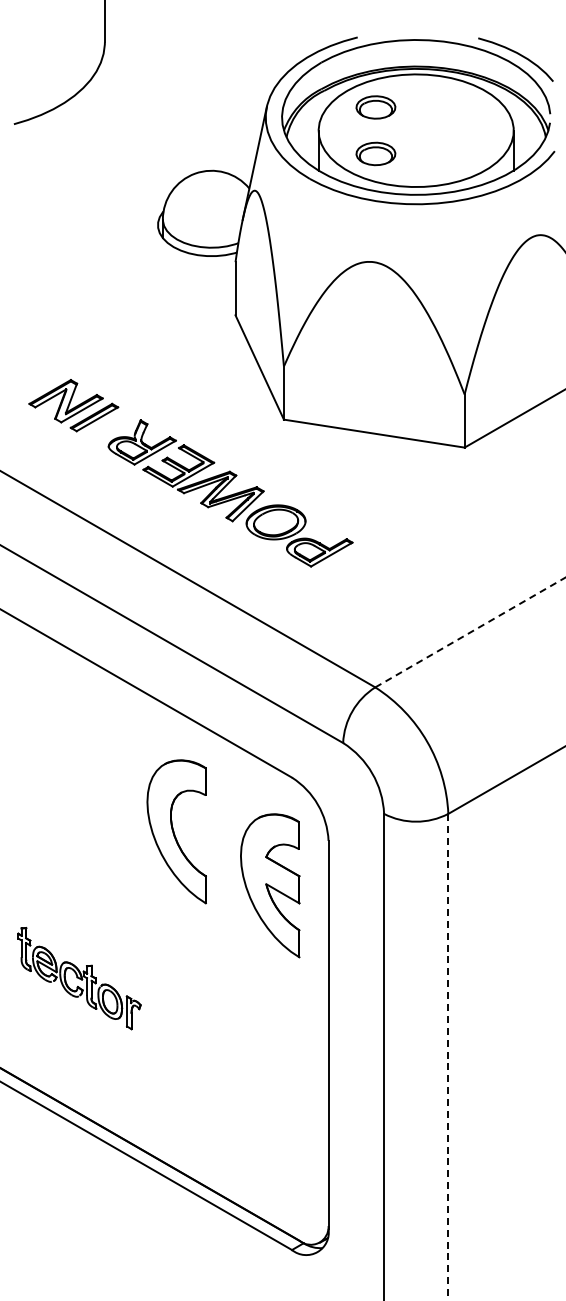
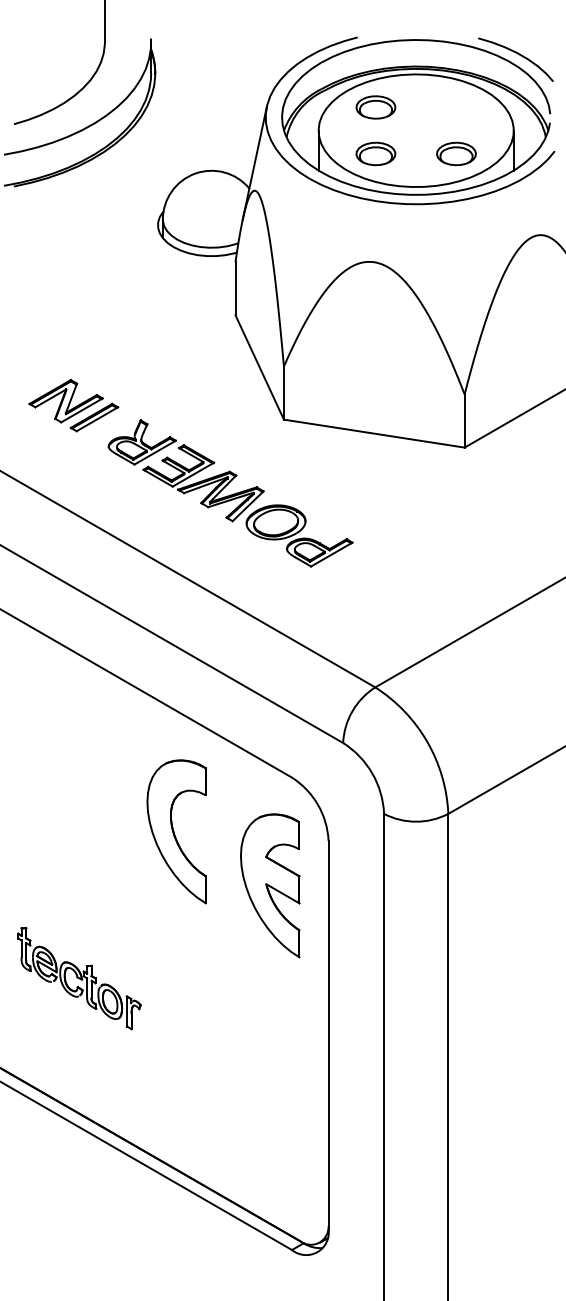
part at (86, 126): none -> present
part at (456, 153): none -> present
line at (470, 632): dashed -> solid
line at (448, 1057): dashed -> solid
